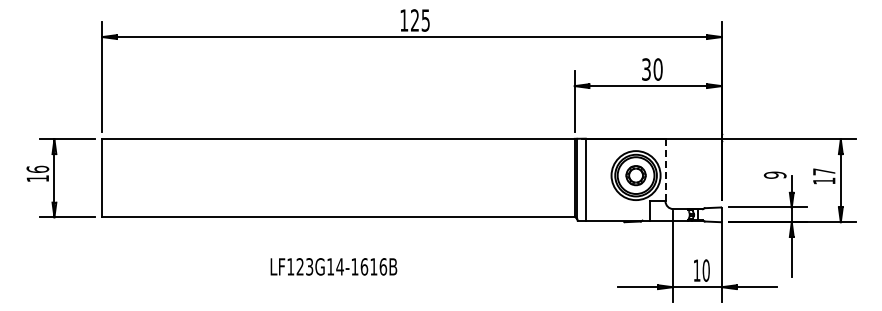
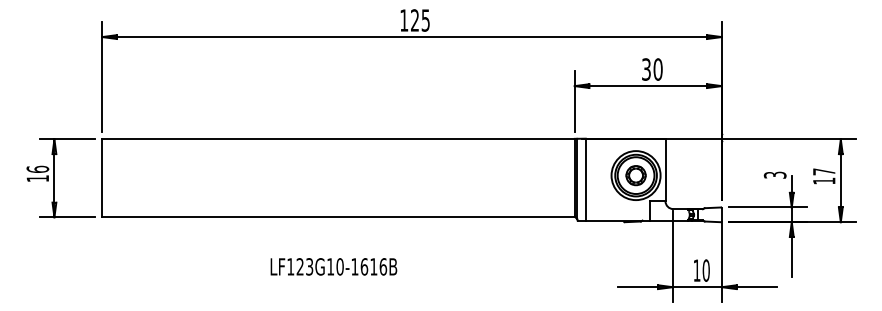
line at (665, 169): dashed -> solid
text at (775, 174): 9 -> 3
text at (339, 266): LF123G14-1616B -> LF123G10-1616B
